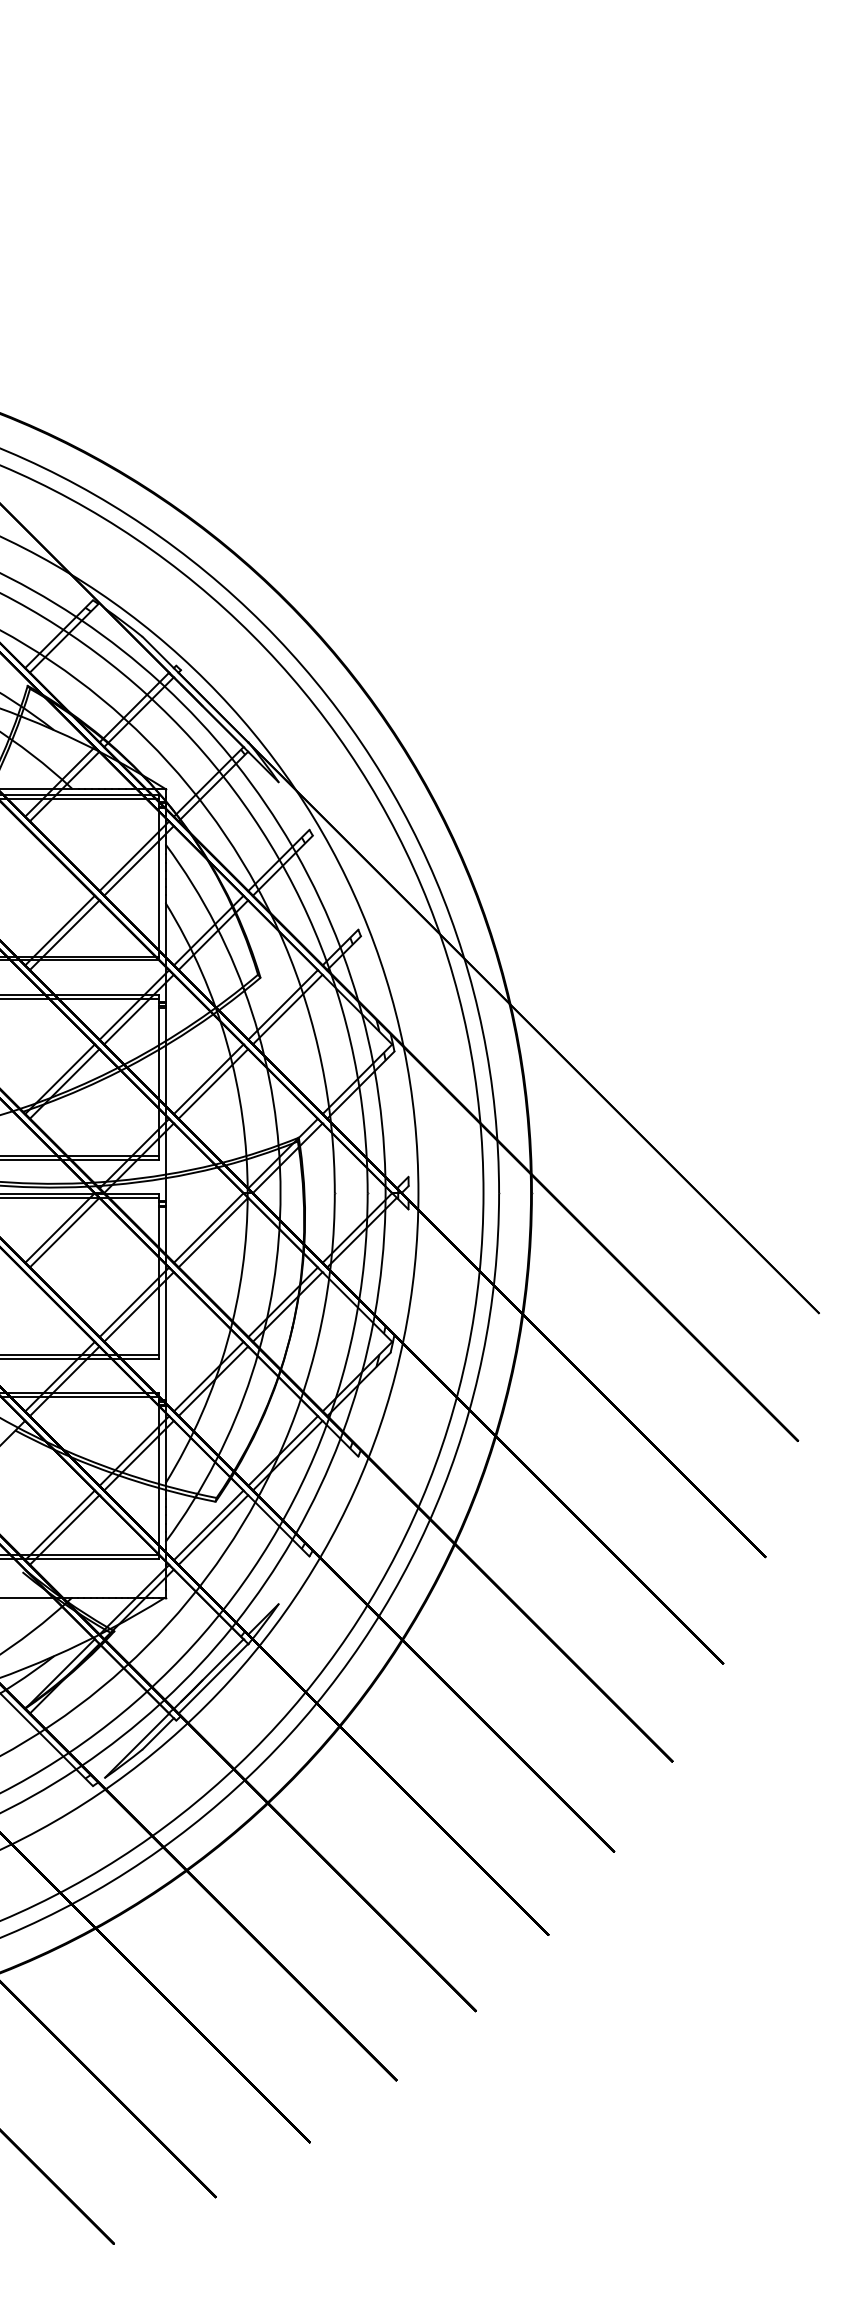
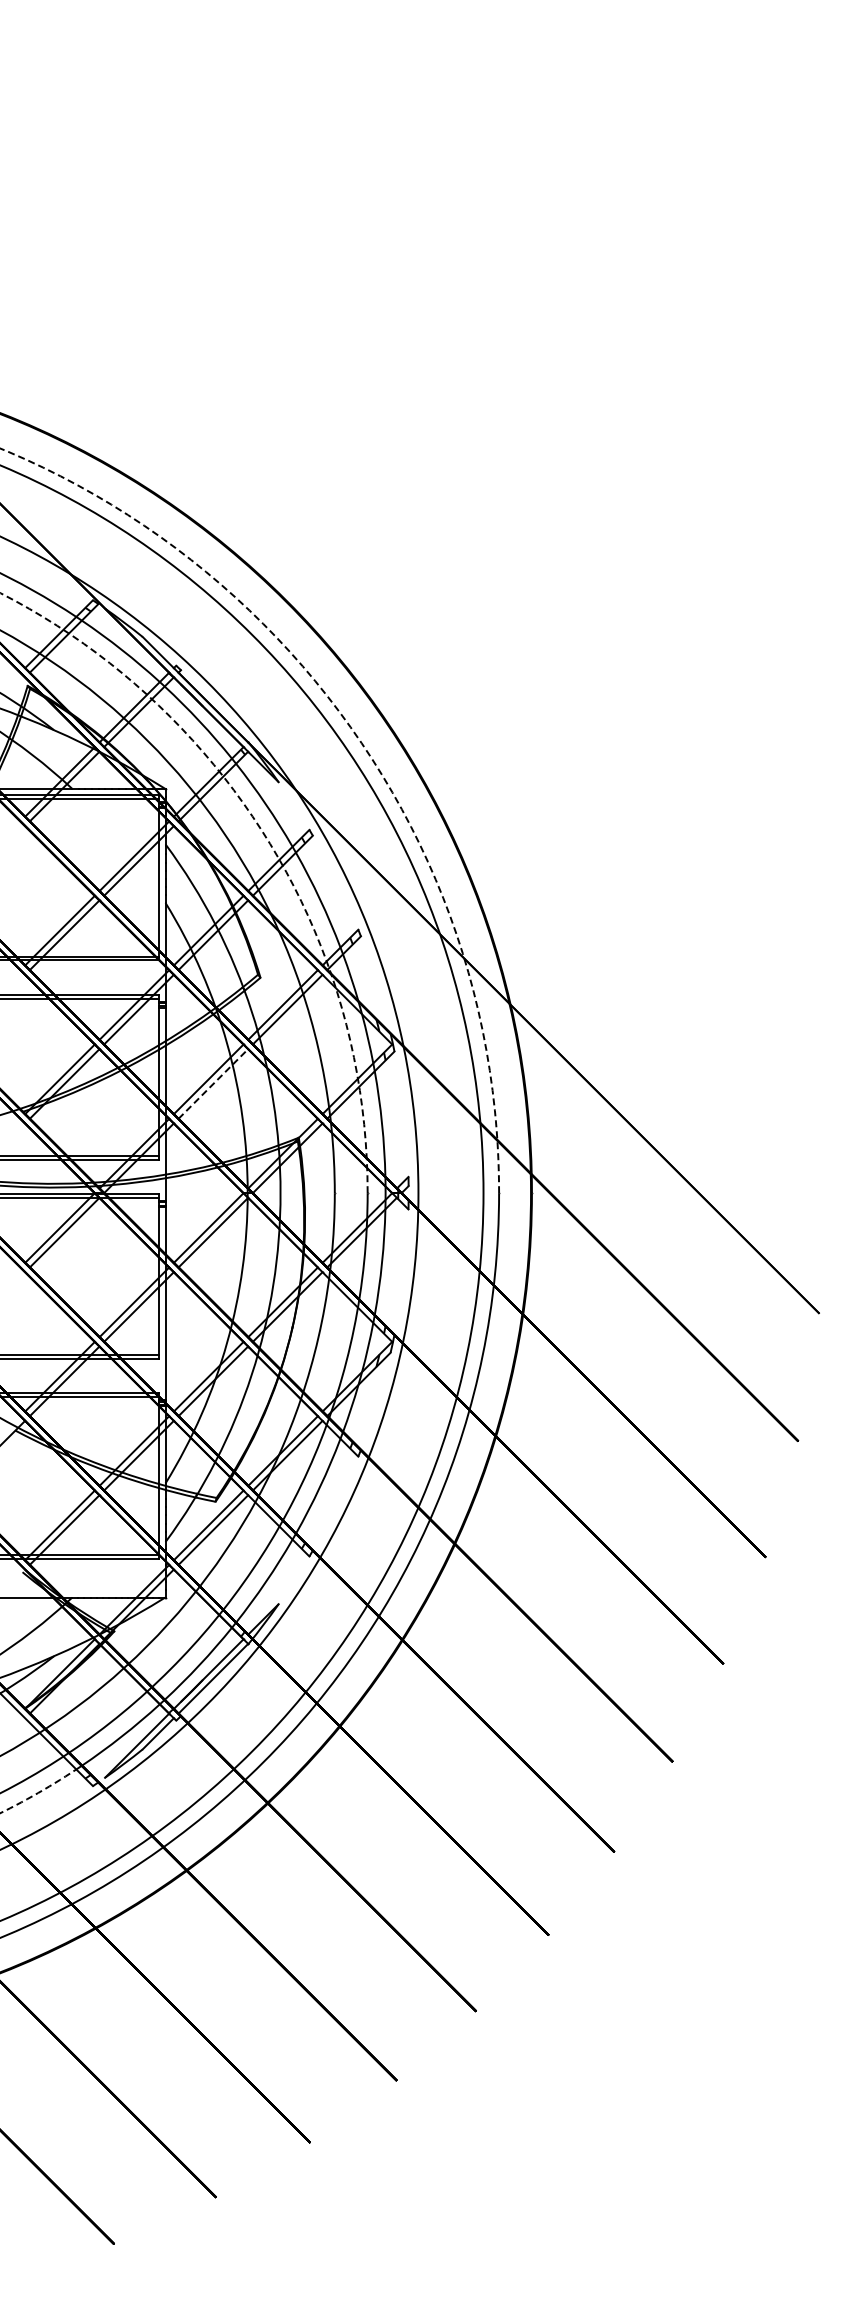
arc at (361, 743): solid -> dashed
arc at (271, 845): solid -> dashed
line at (213, 1083): solid -> dashed
arc at (38, 1792): solid -> dashed
